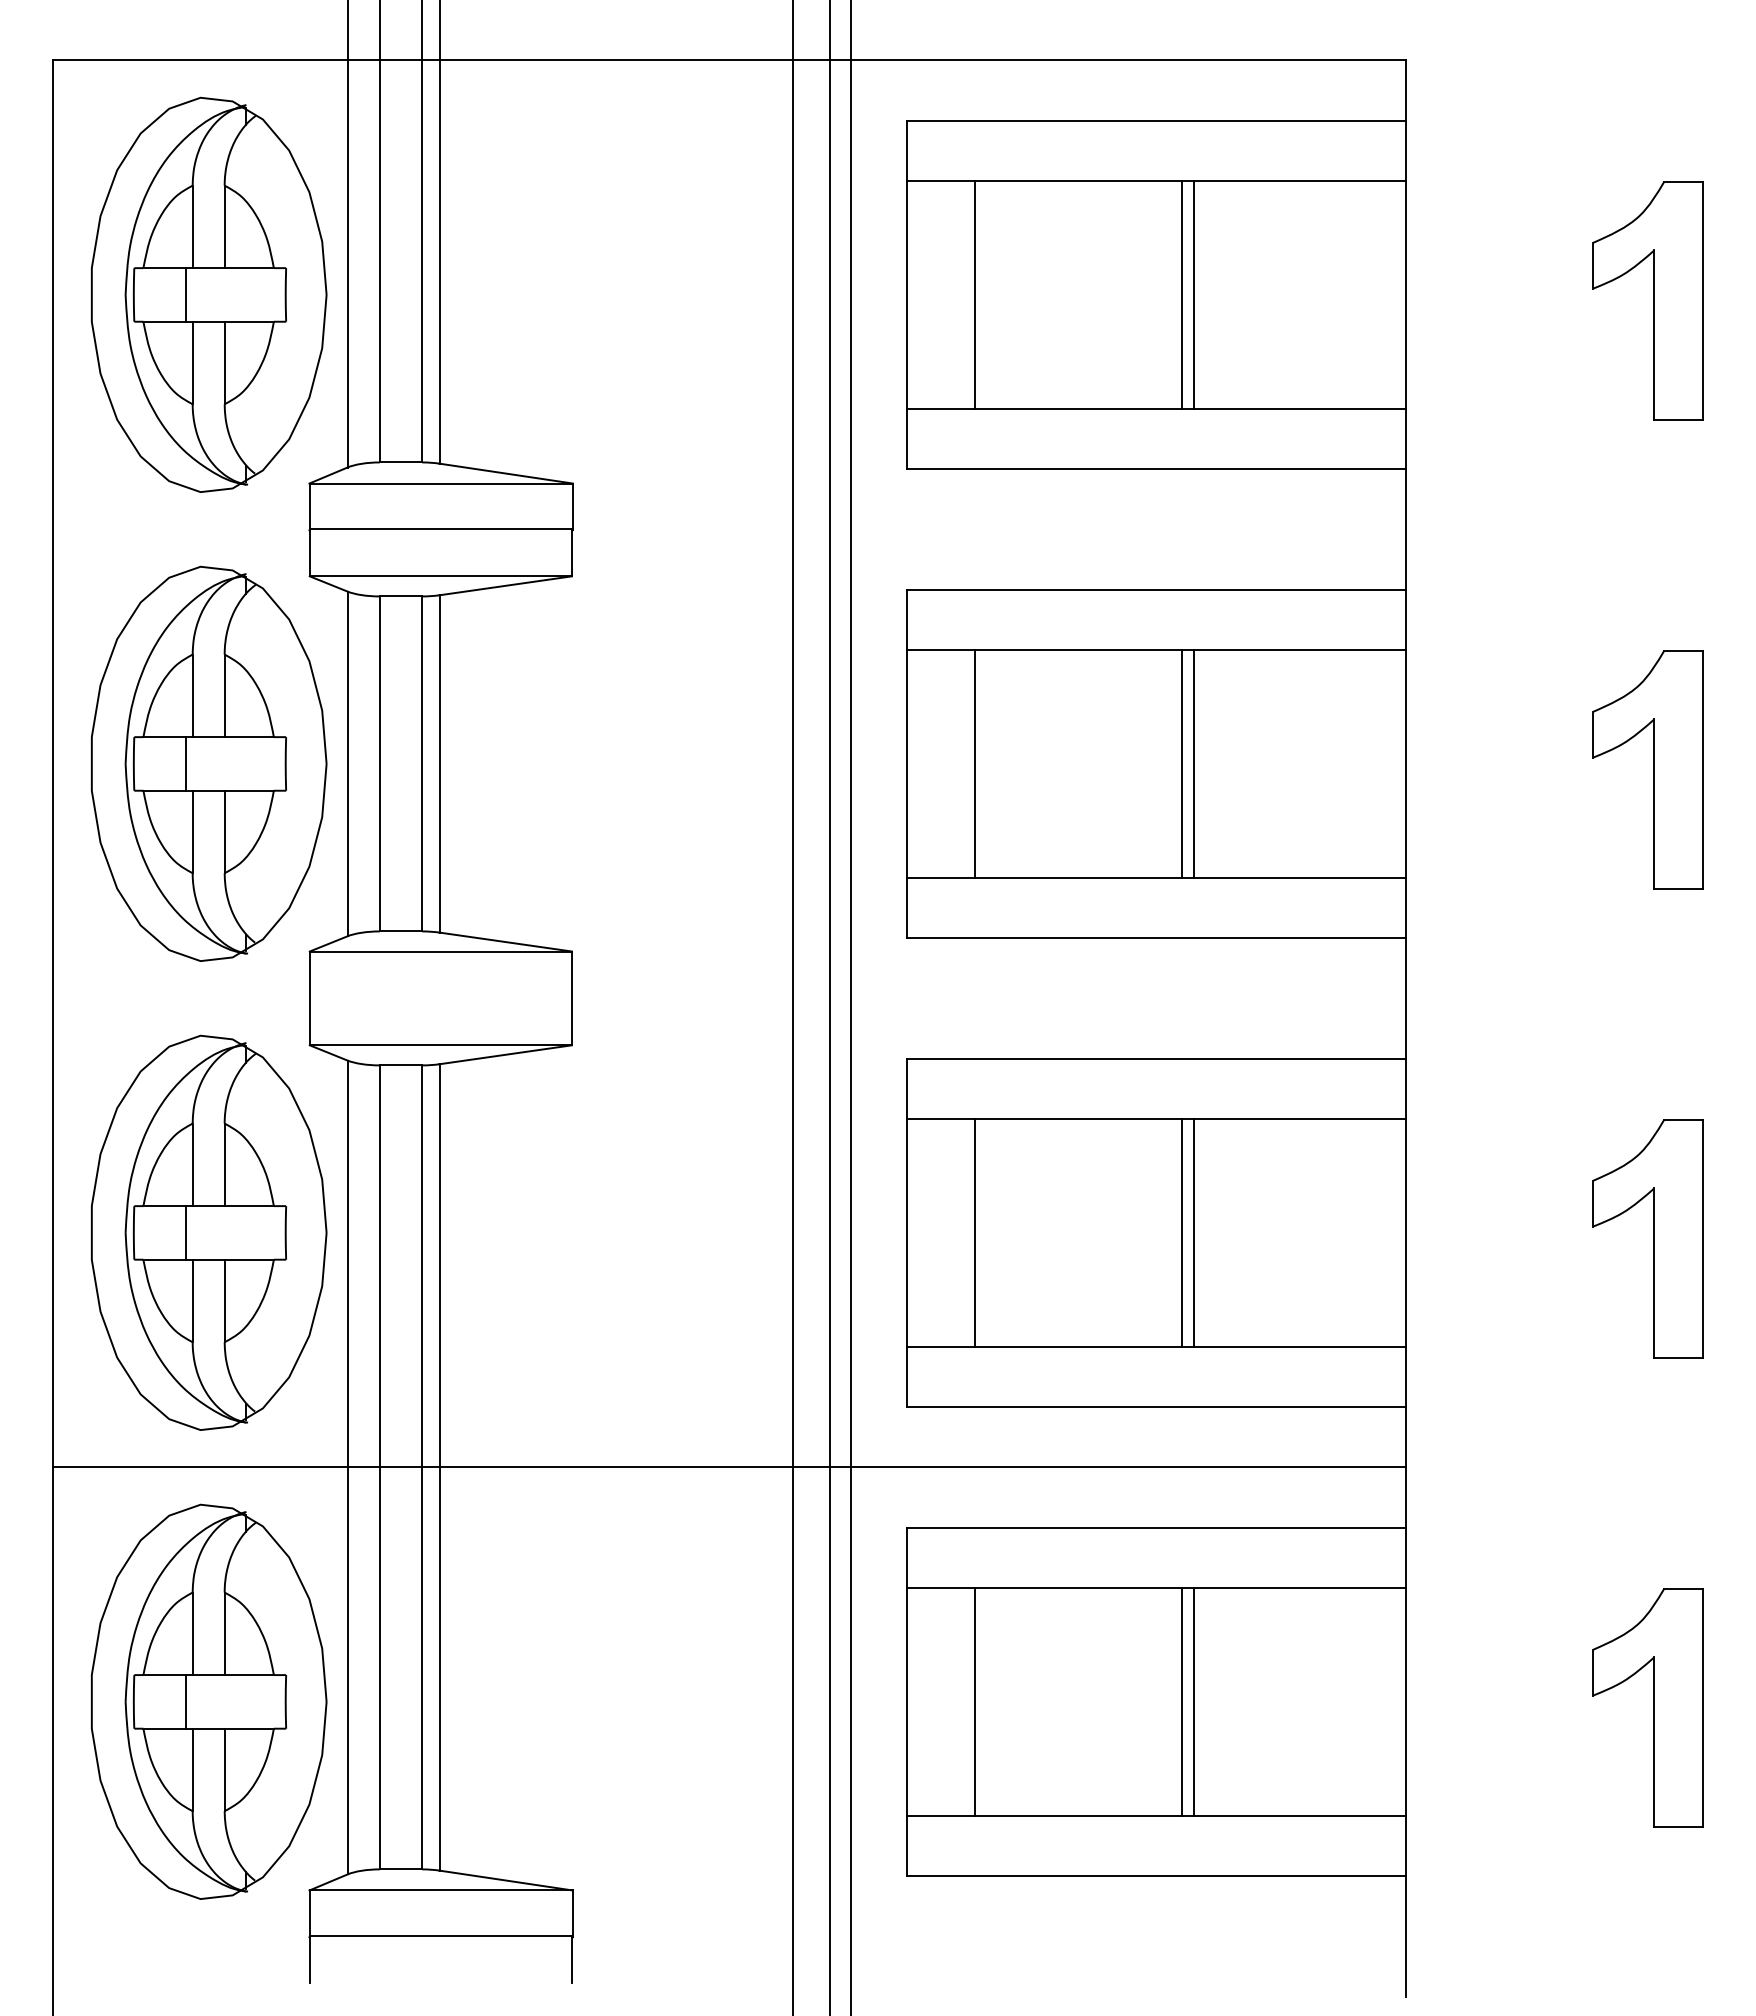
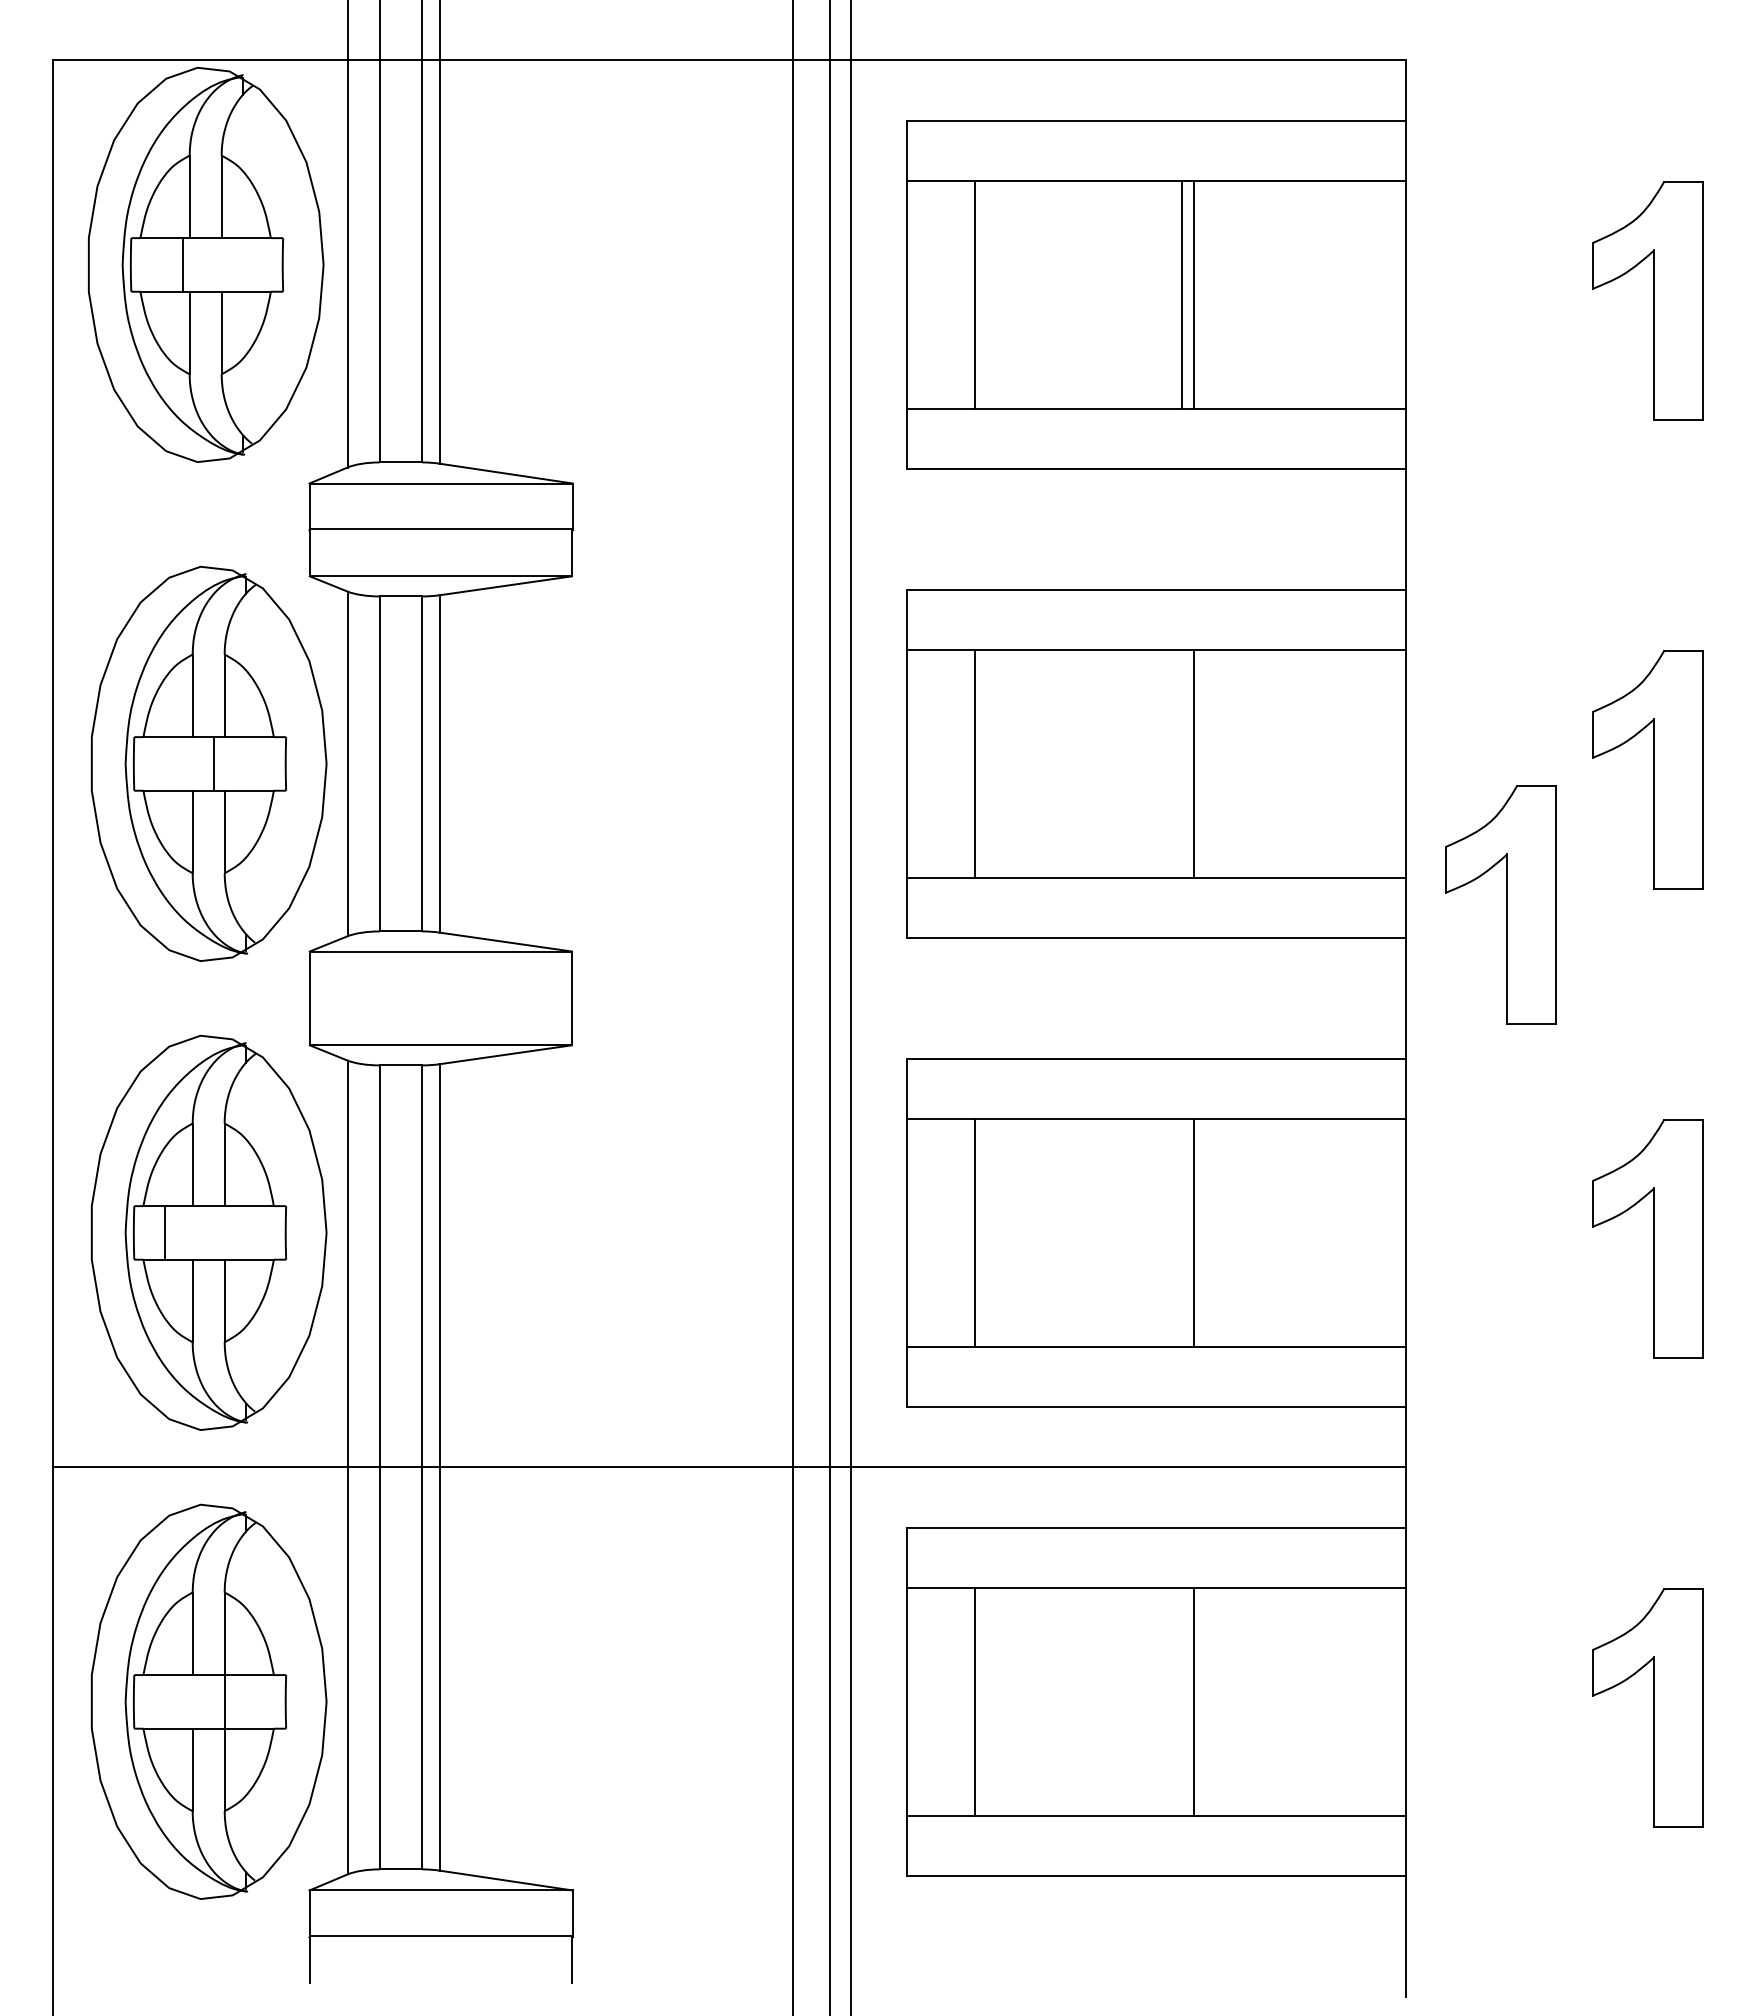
part at (209, 294) position: (209, 294) -> (206, 264)
line at (186, 763) position: (186, 763) -> (214, 763)
line at (1181, 763): present -> none
part at (1500, 904): none -> present
line at (186, 1232) position: (186, 1232) -> (165, 1232)
line at (1181, 1232): present -> none
line at (186, 1701) position: (186, 1701) -> (225, 1701)
line at (1181, 1701): present -> none
